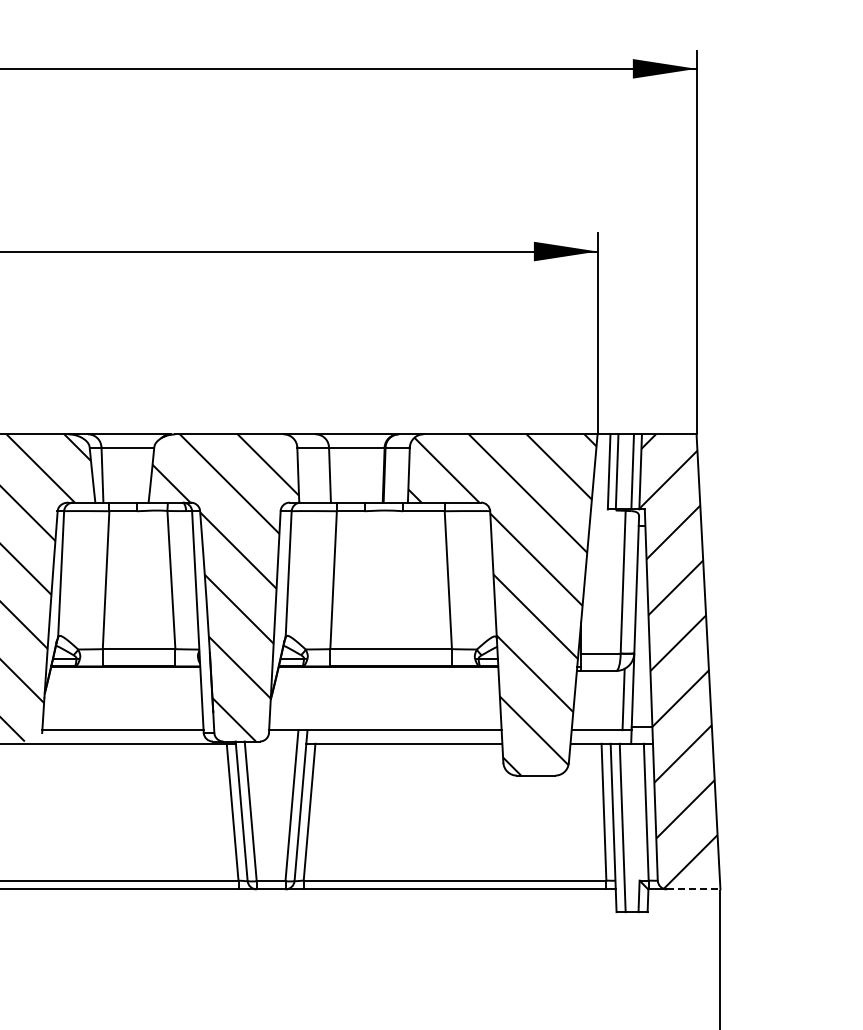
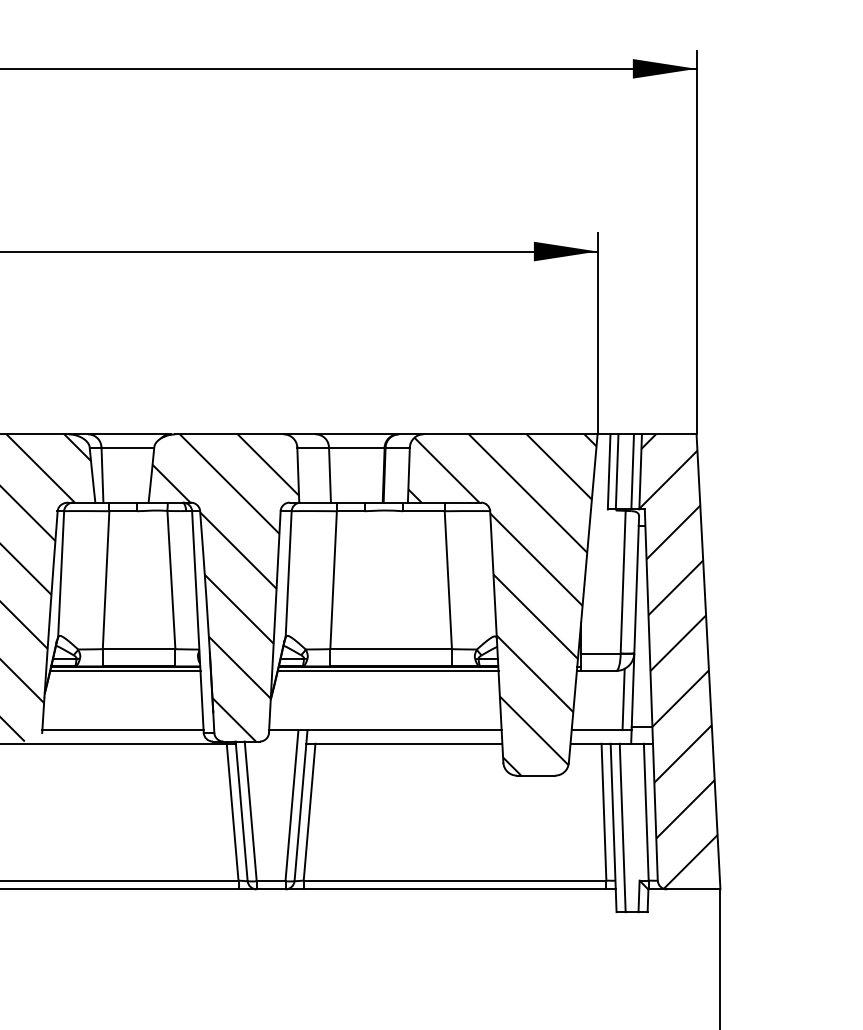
line at (125, 670): none -> present
line at (387, 670): none -> present
line at (693, 889): dashed -> solid
